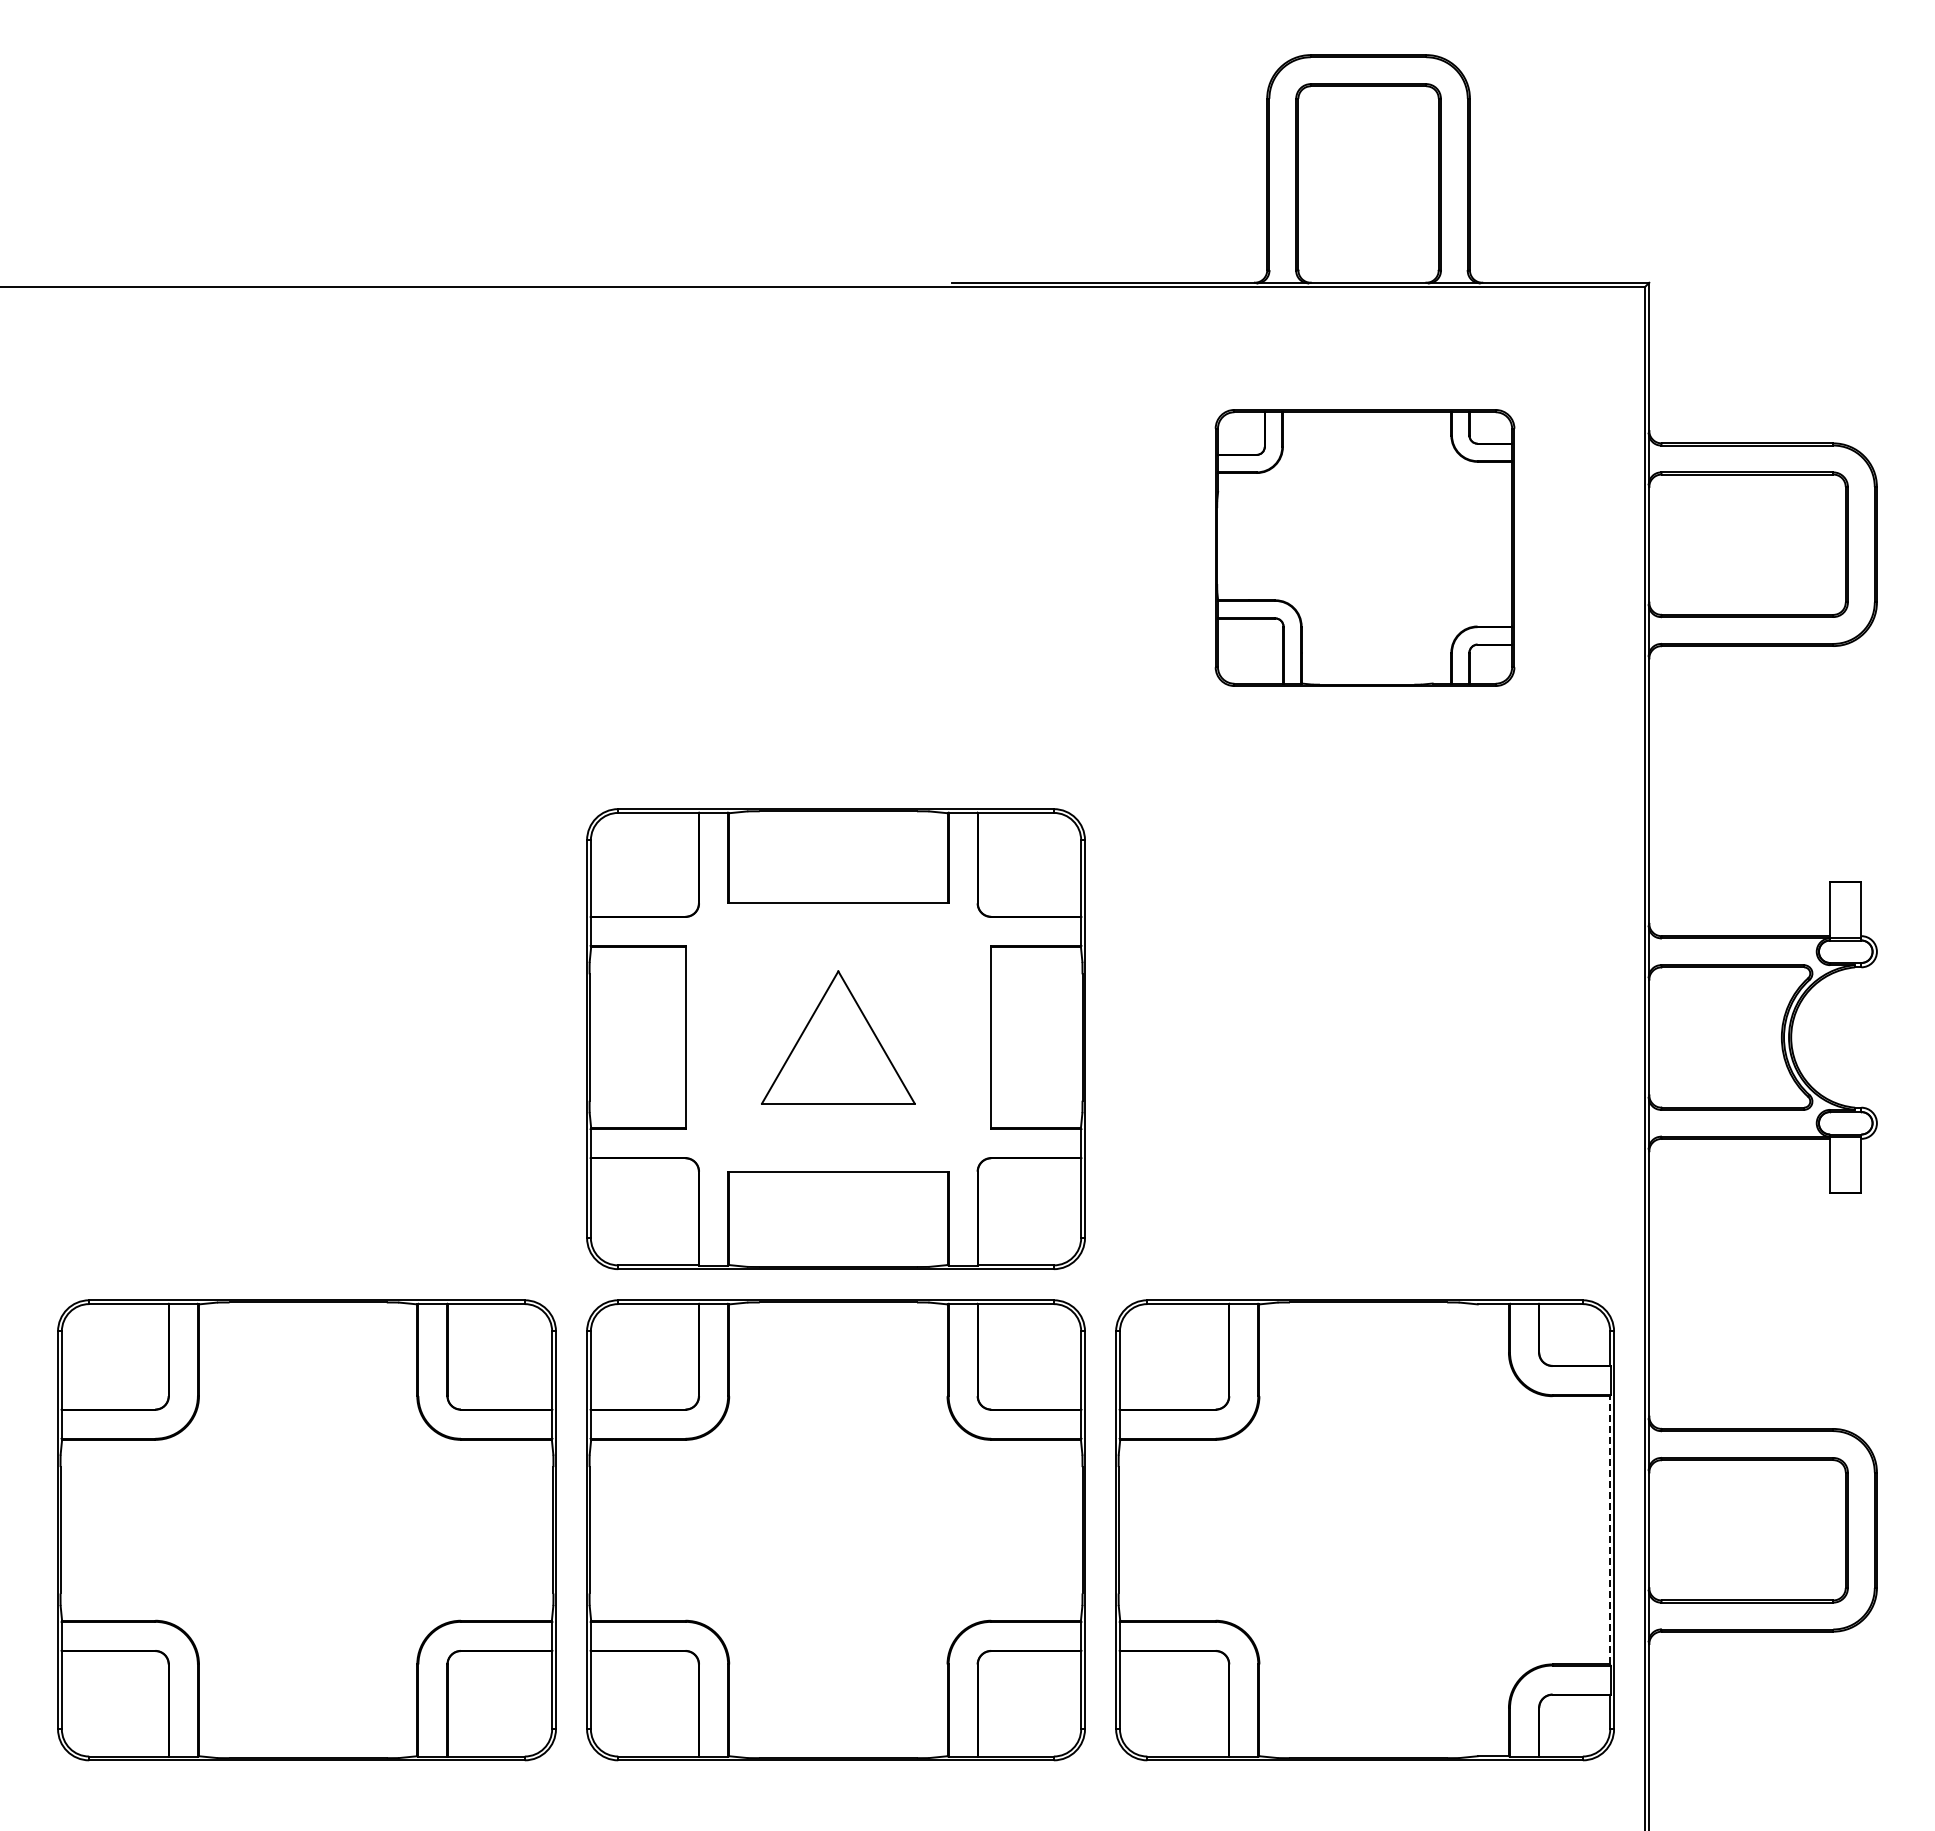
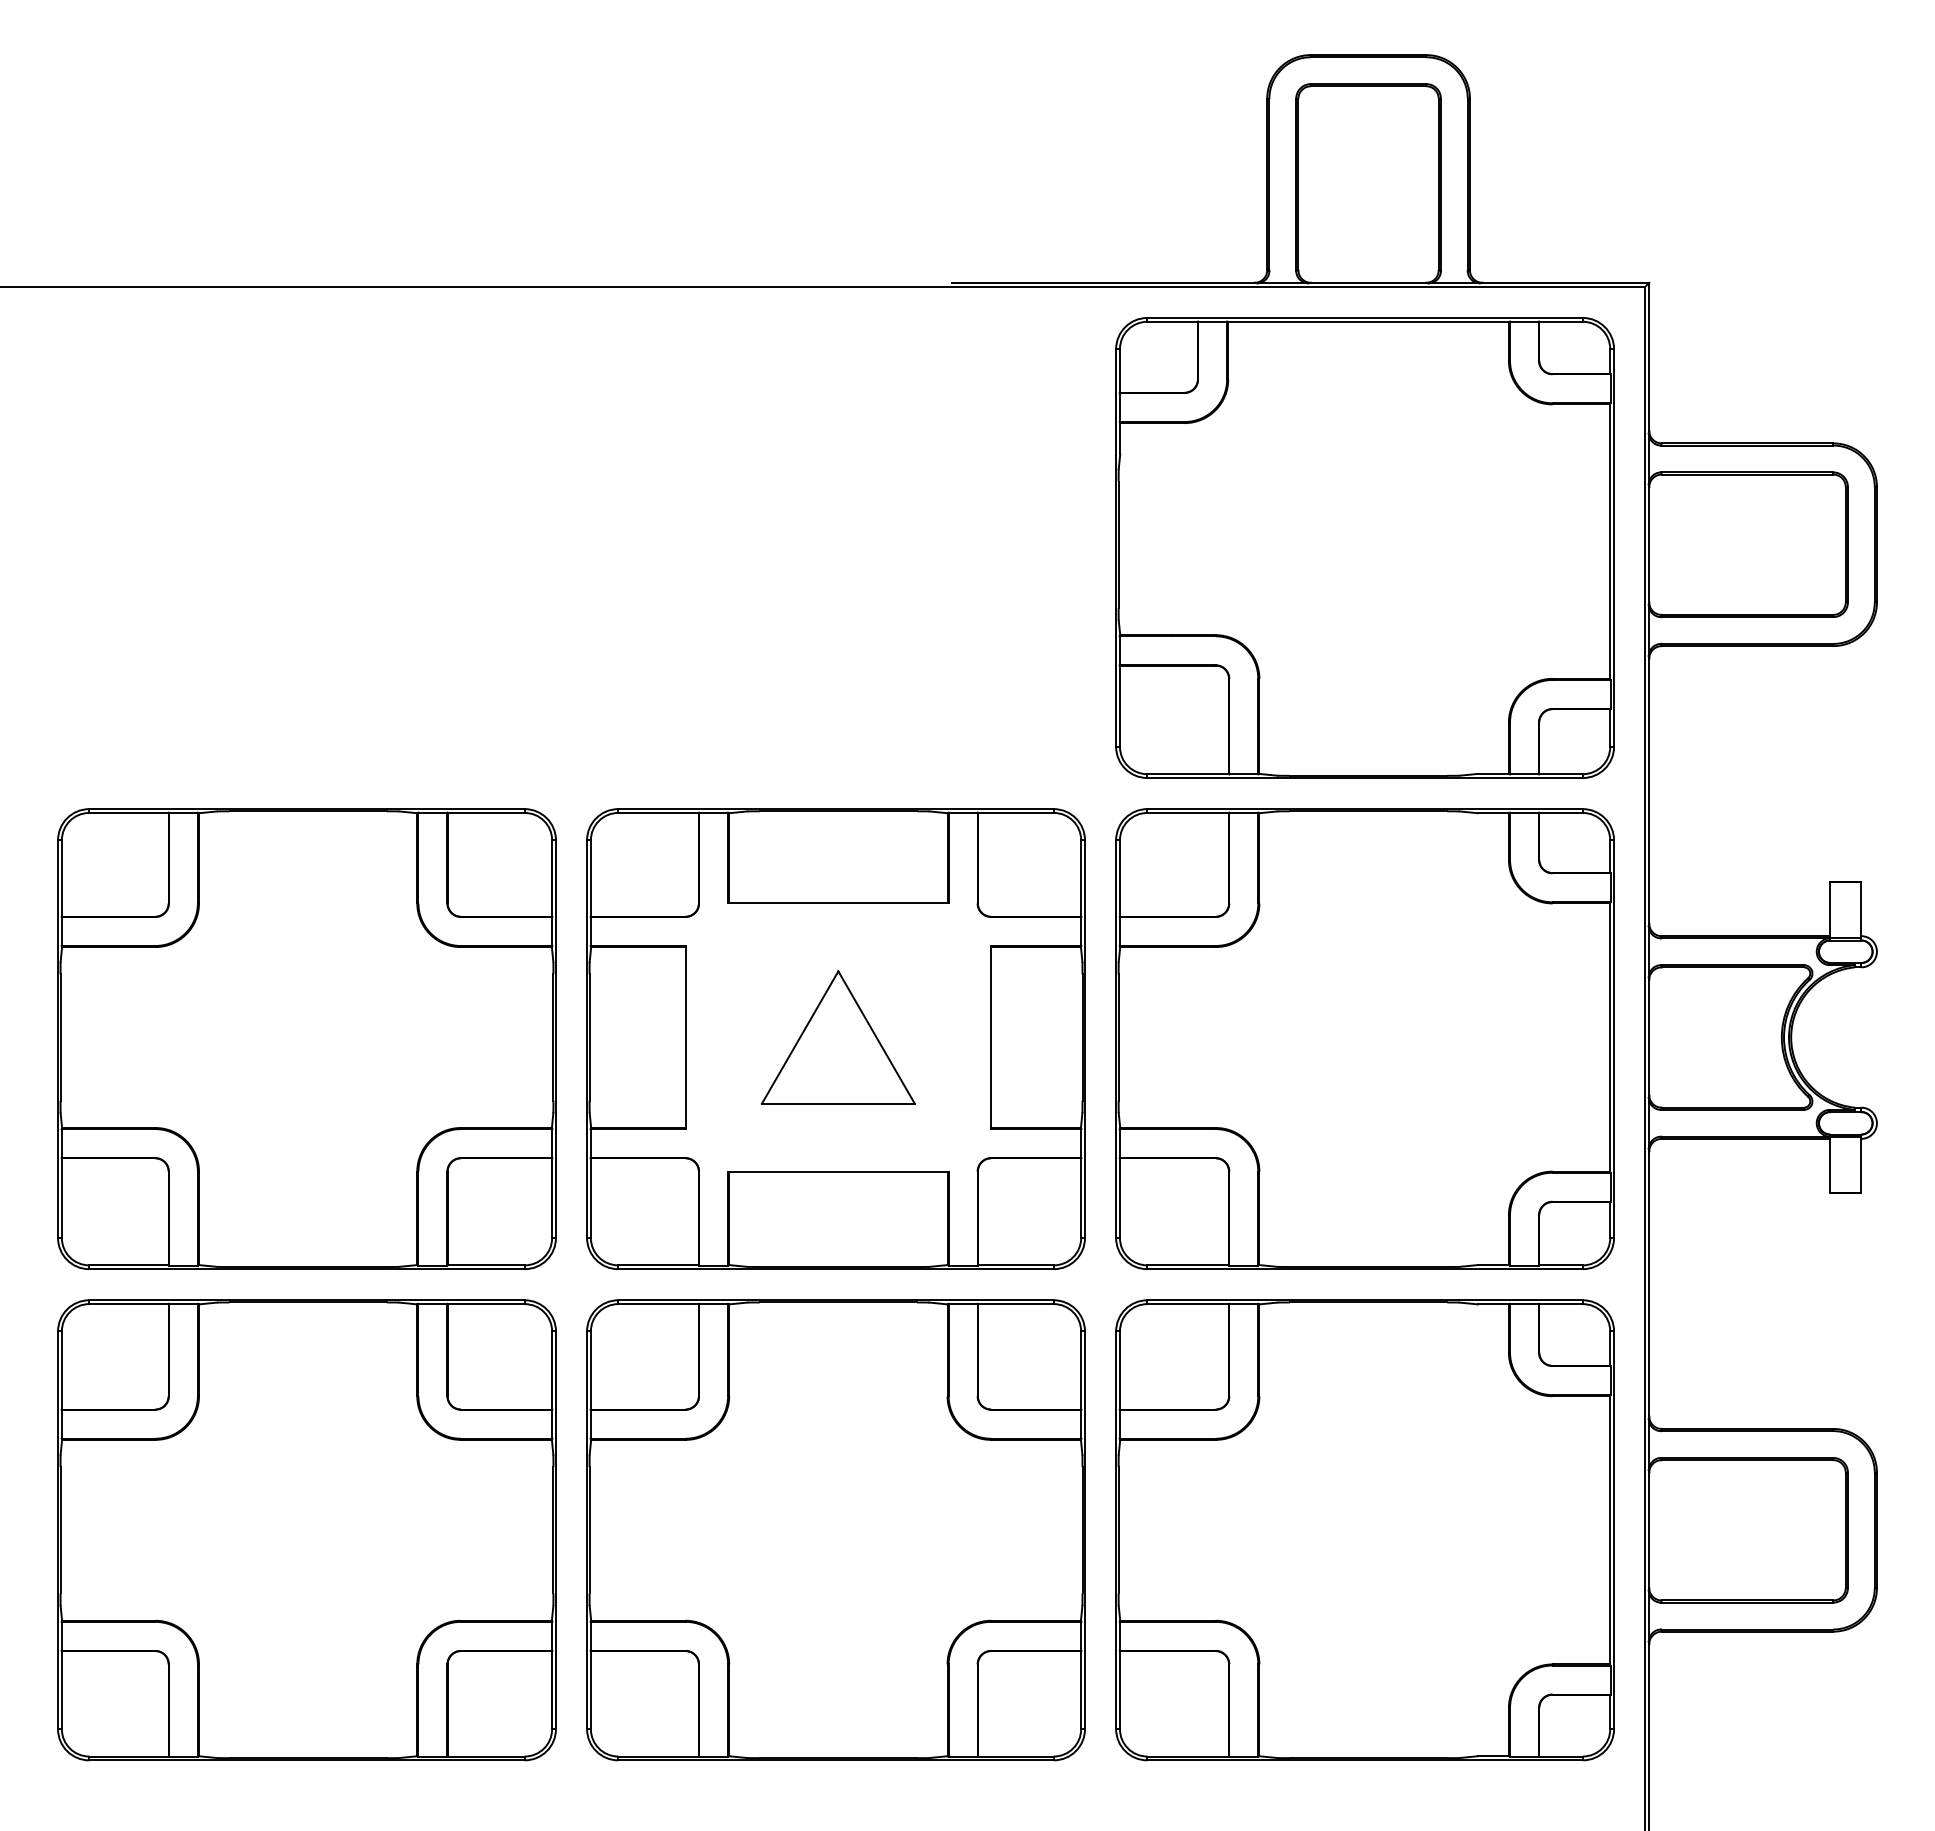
part at (1364, 547) size: 302x278 px -> 500x462 px
part at (306, 1038): none -> present
part at (1364, 1039): none -> present
line at (1609, 1529): dashed -> solid
